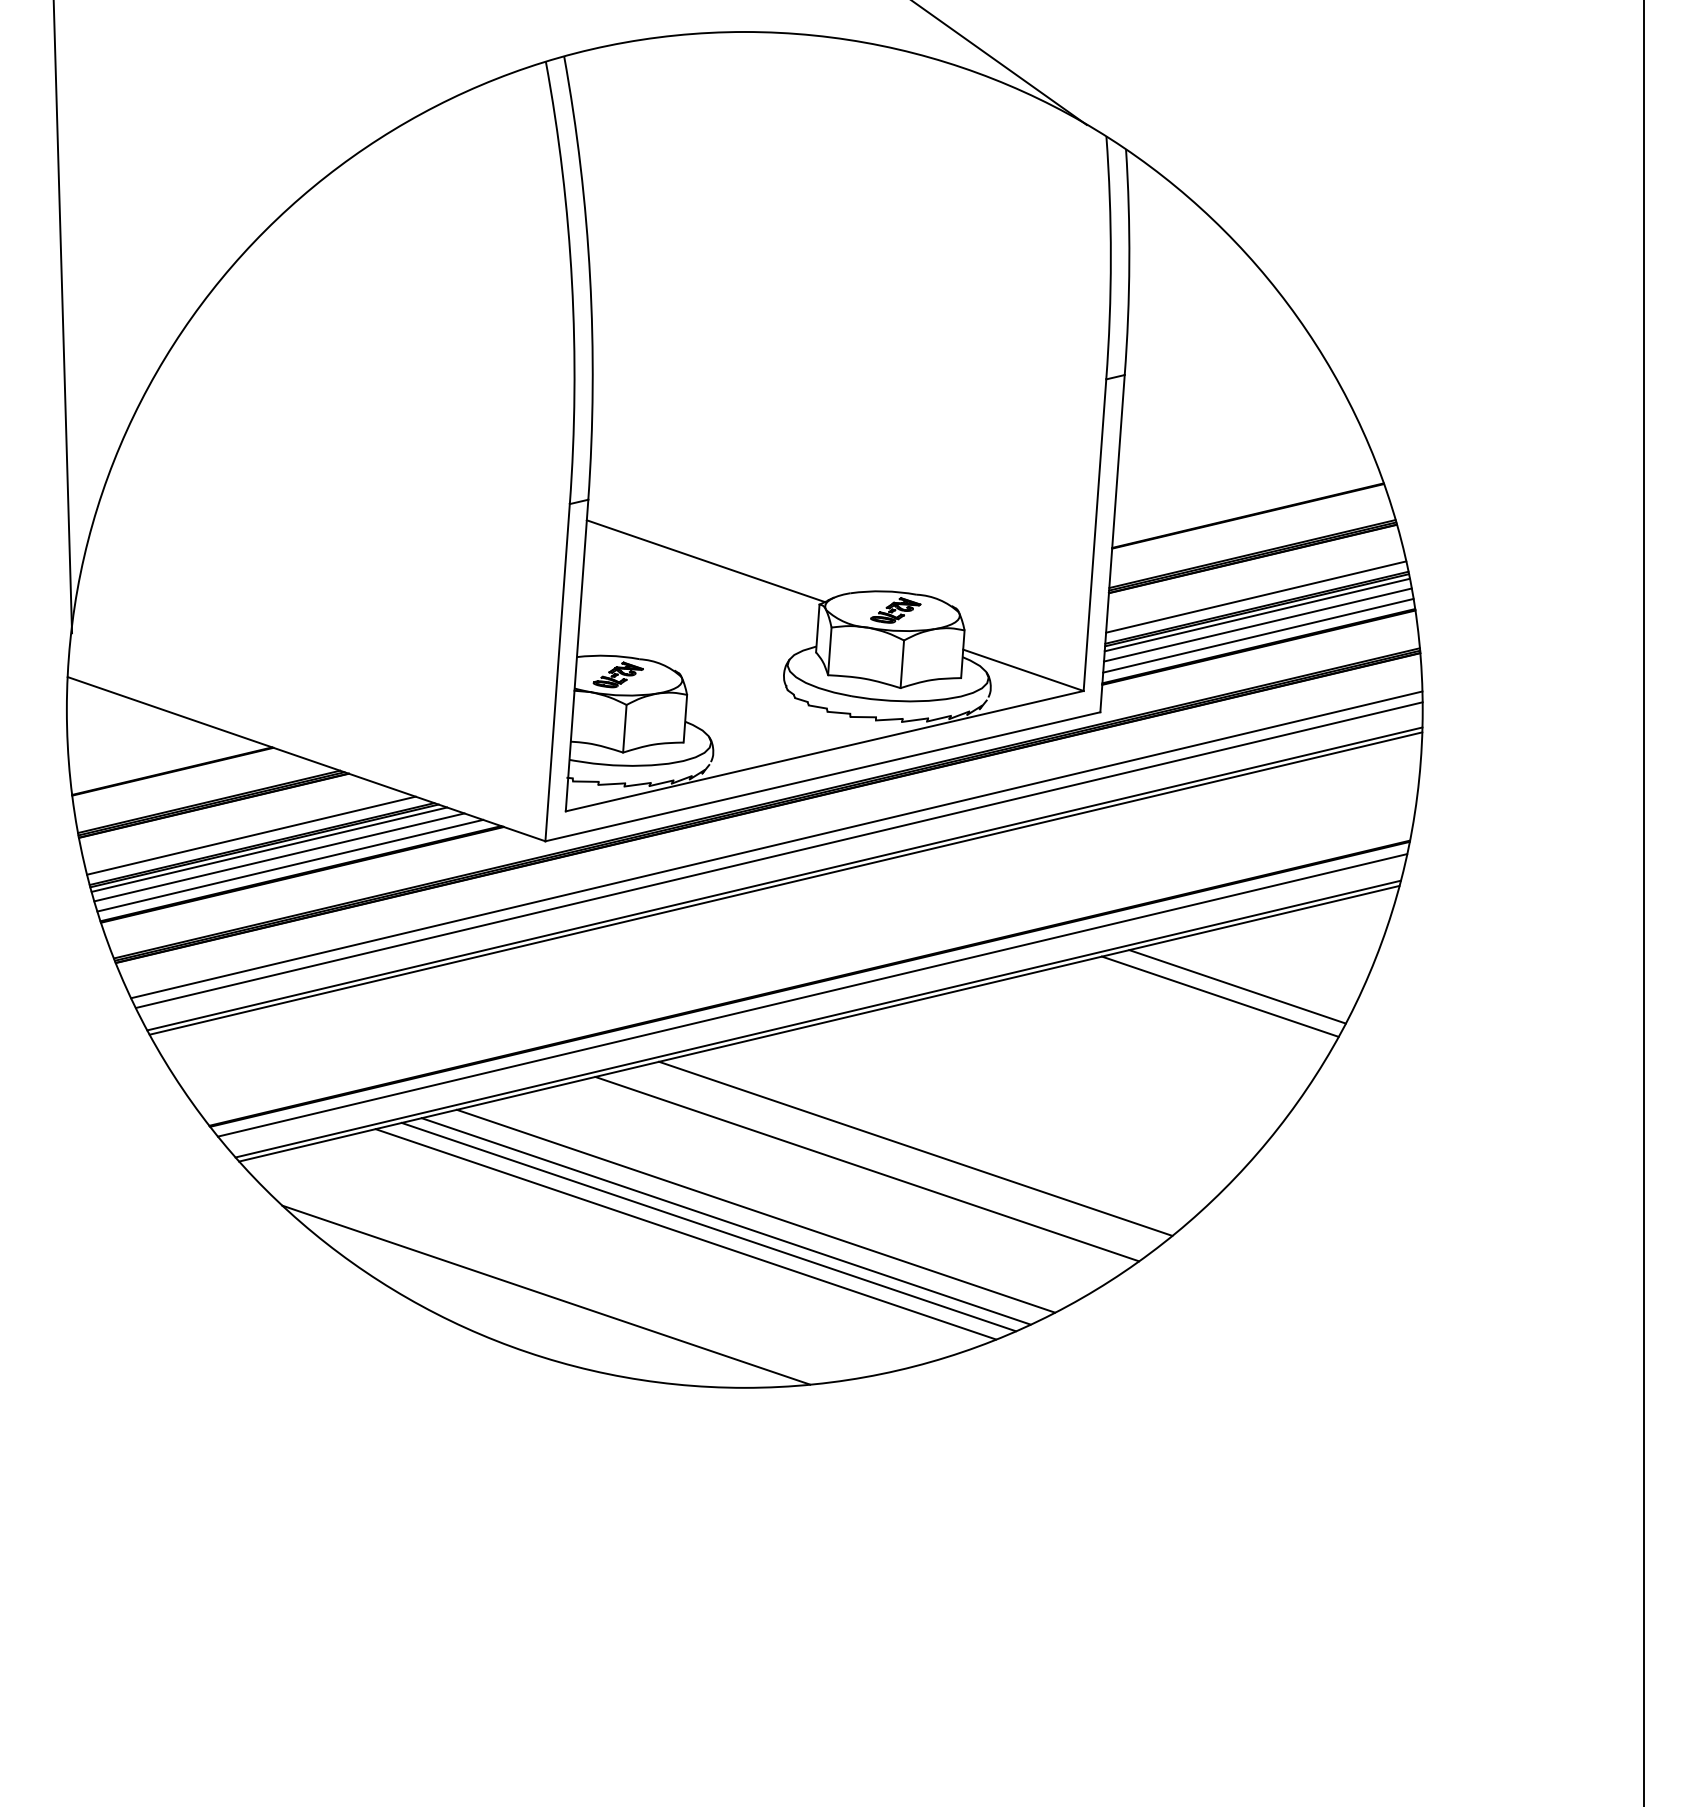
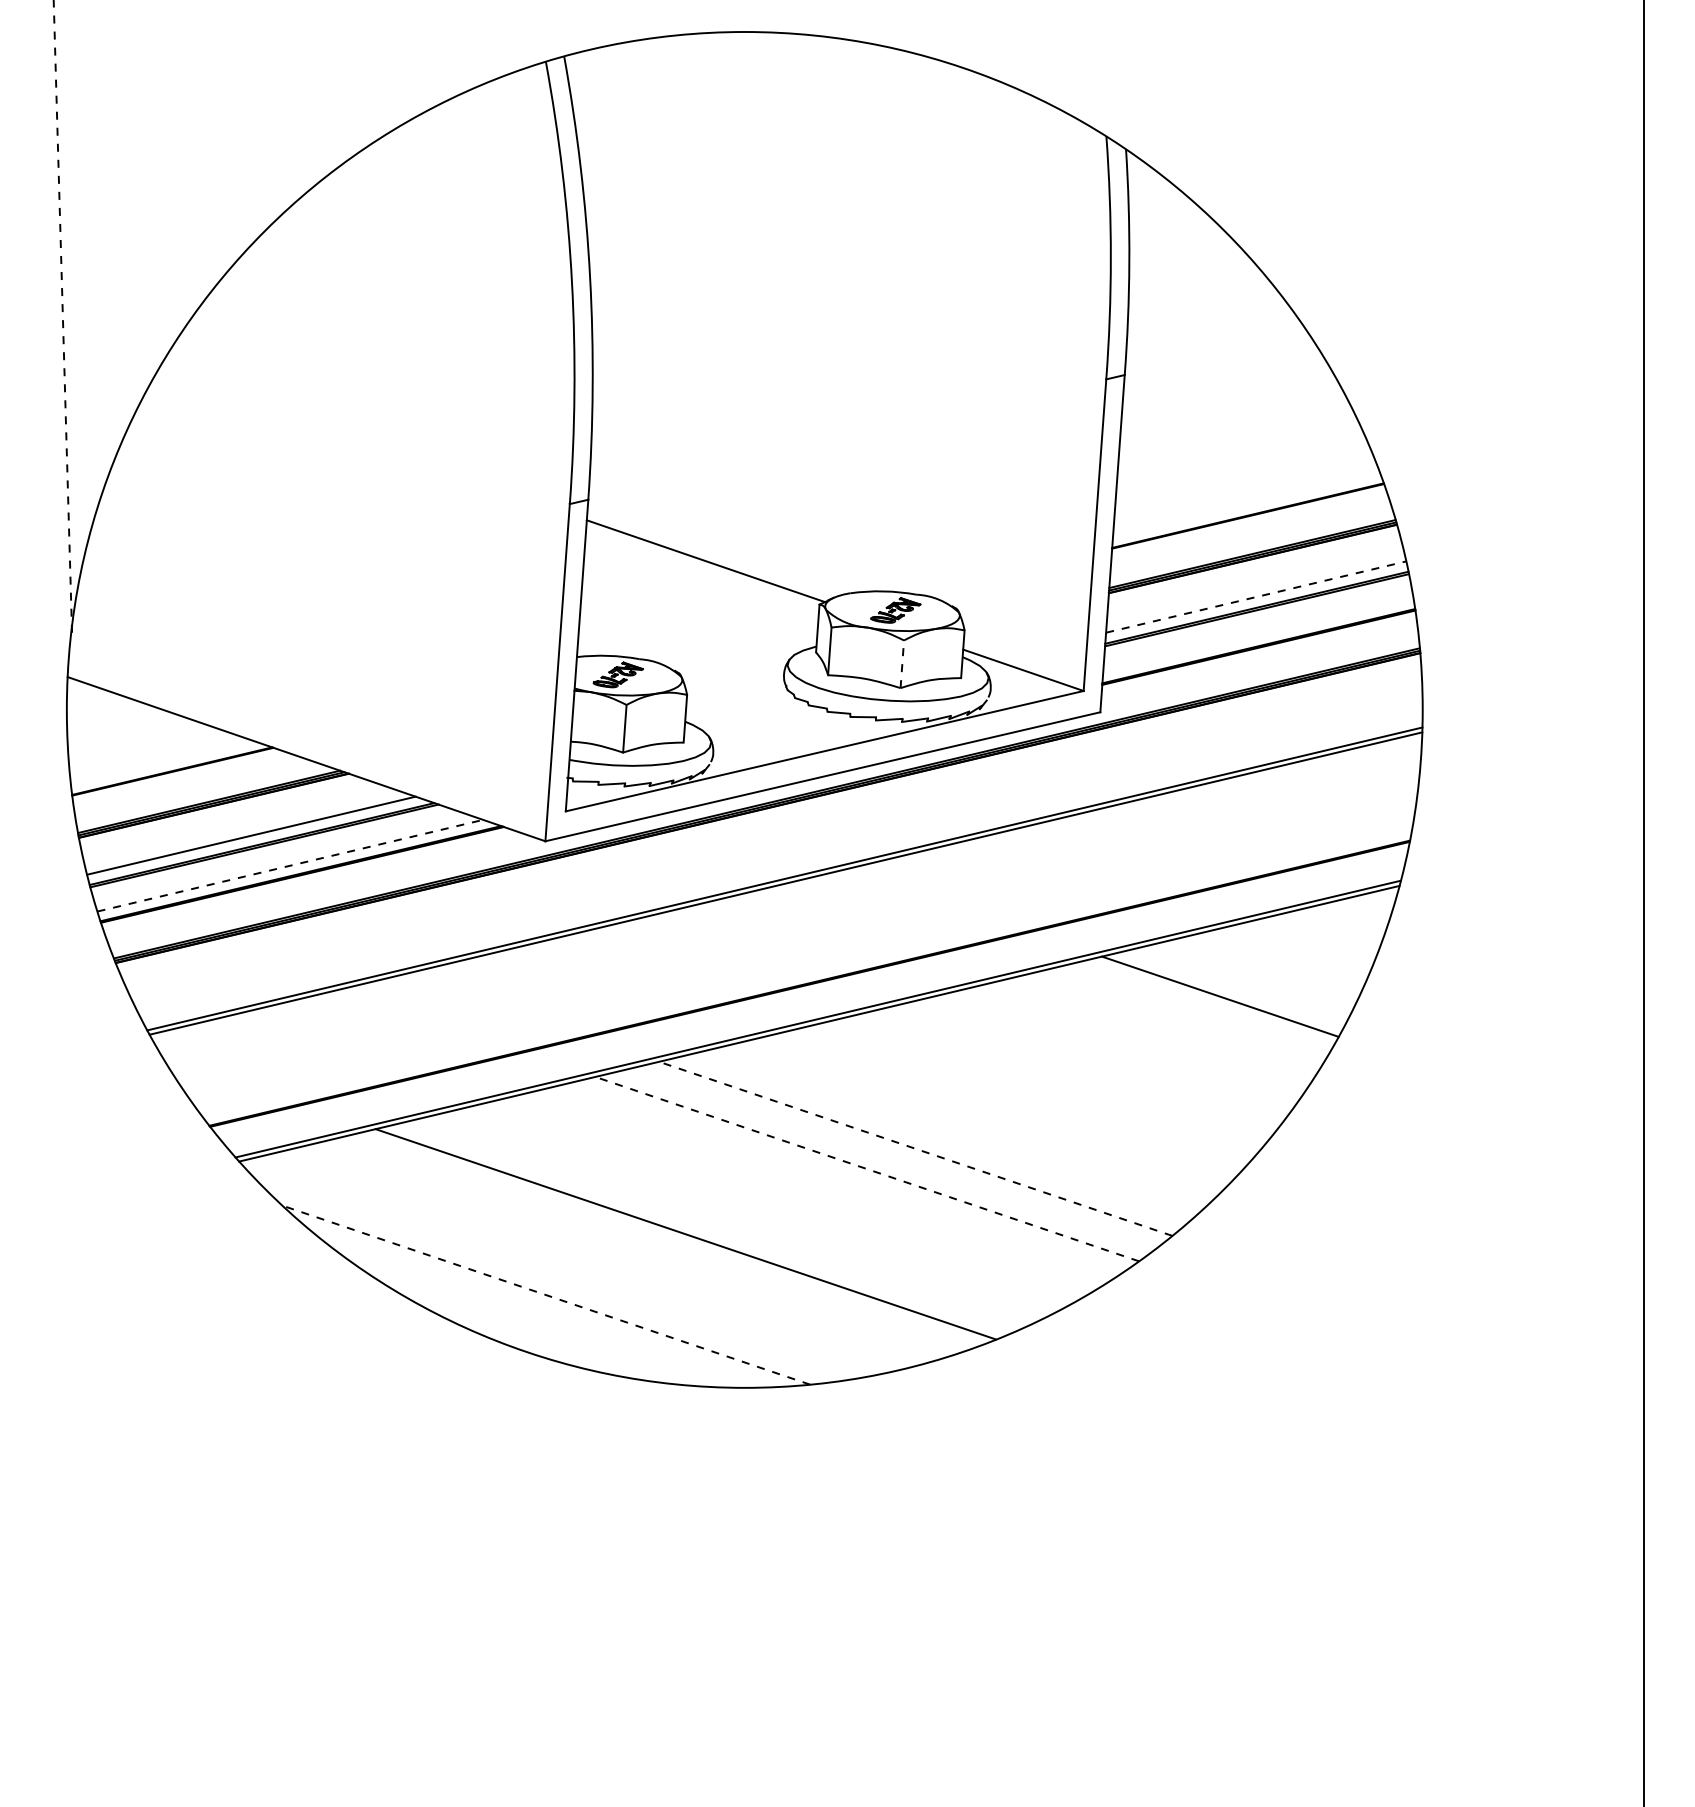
line at (999, 63): present -> none
line at (62, 316): solid -> dashed
line at (1256, 596): solid -> dashed
line at (1256, 614): present -> none
line at (1257, 624): present -> none
line at (1258, 635): present -> none
line at (902, 664): solid -> dashed
line at (776, 844): present -> none
line at (269, 849): present -> none
line at (778, 855): present -> none
line at (279, 857): present -> none
line at (290, 865): solid -> dashed
line at (1237, 986): present -> none
line at (812, 995): present -> none
line at (915, 1148): solid -> dashed
line at (866, 1168): solid -> dashed
line at (755, 1210): present -> none
line at (725, 1221): present -> none
line at (708, 1226): present -> none
line at (546, 1295): solid -> dashed
